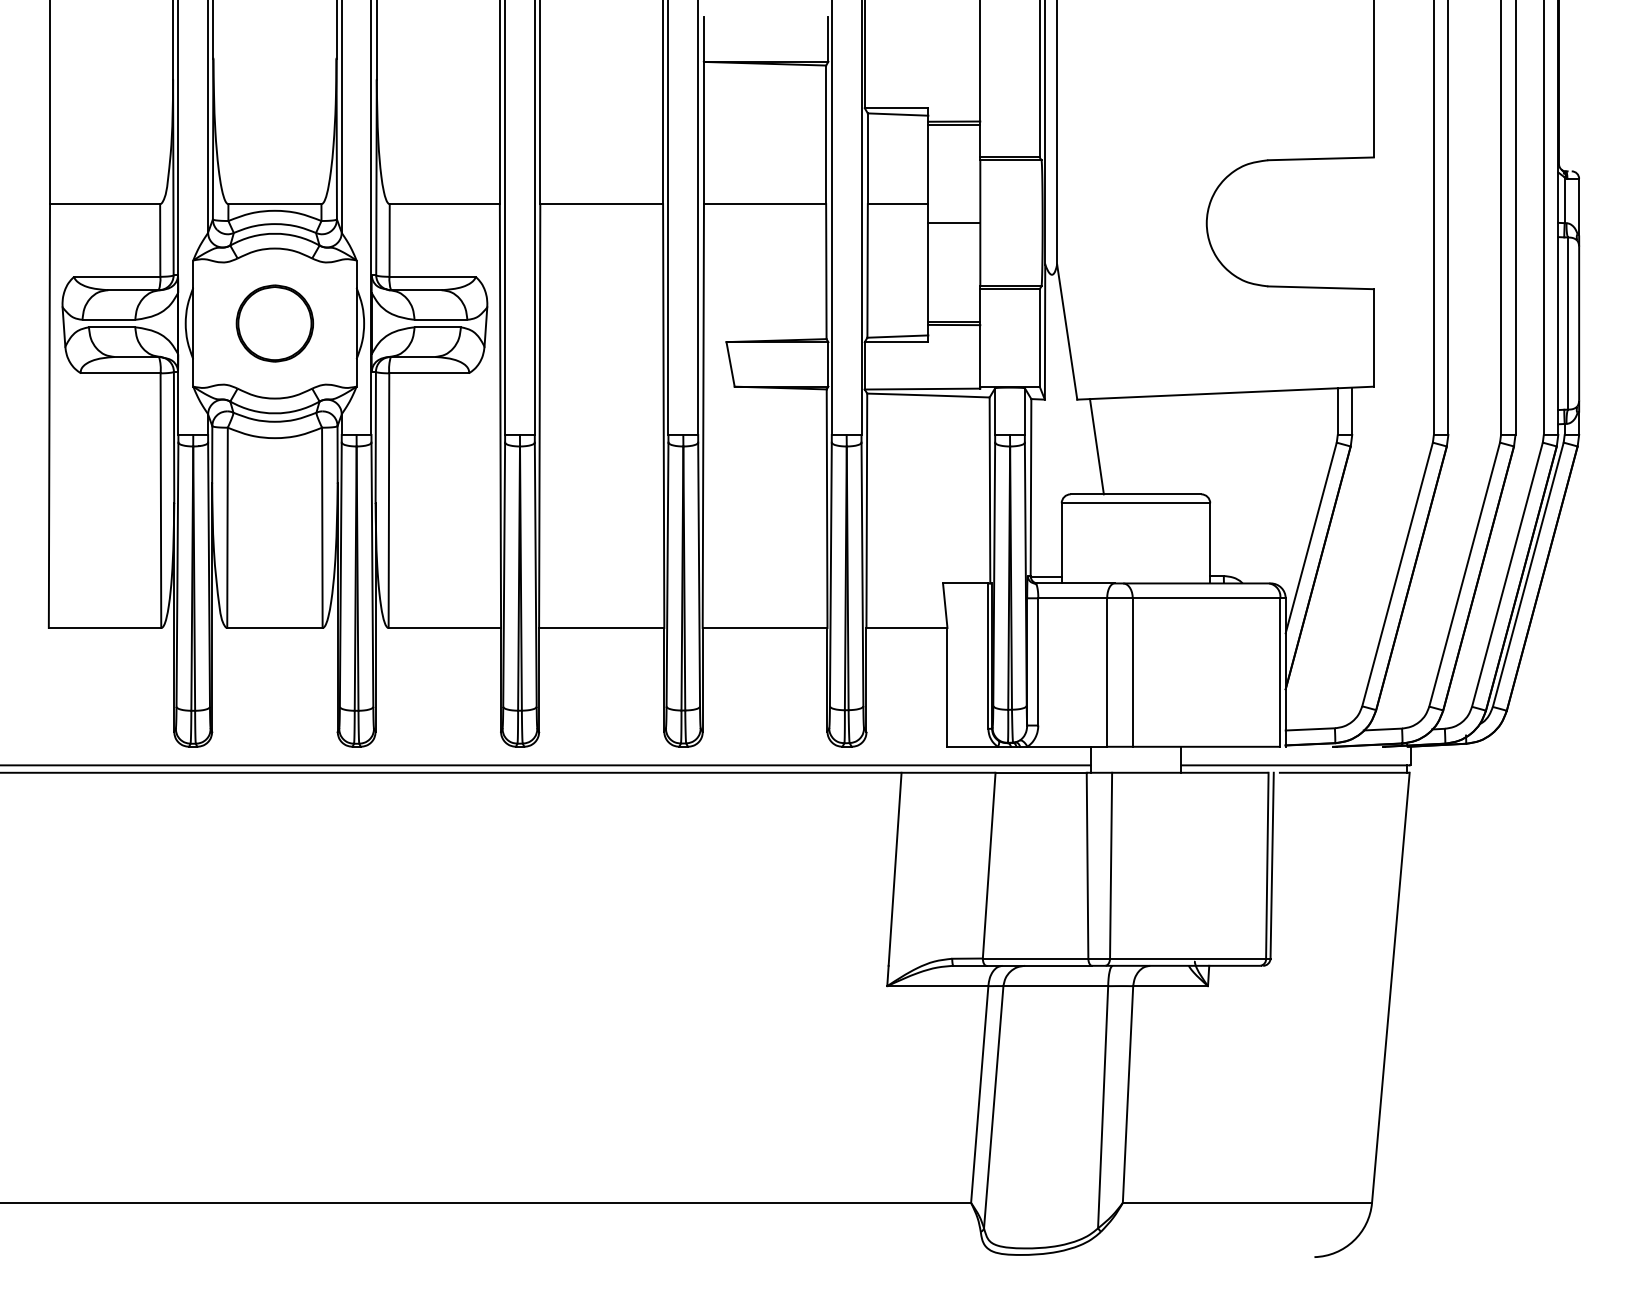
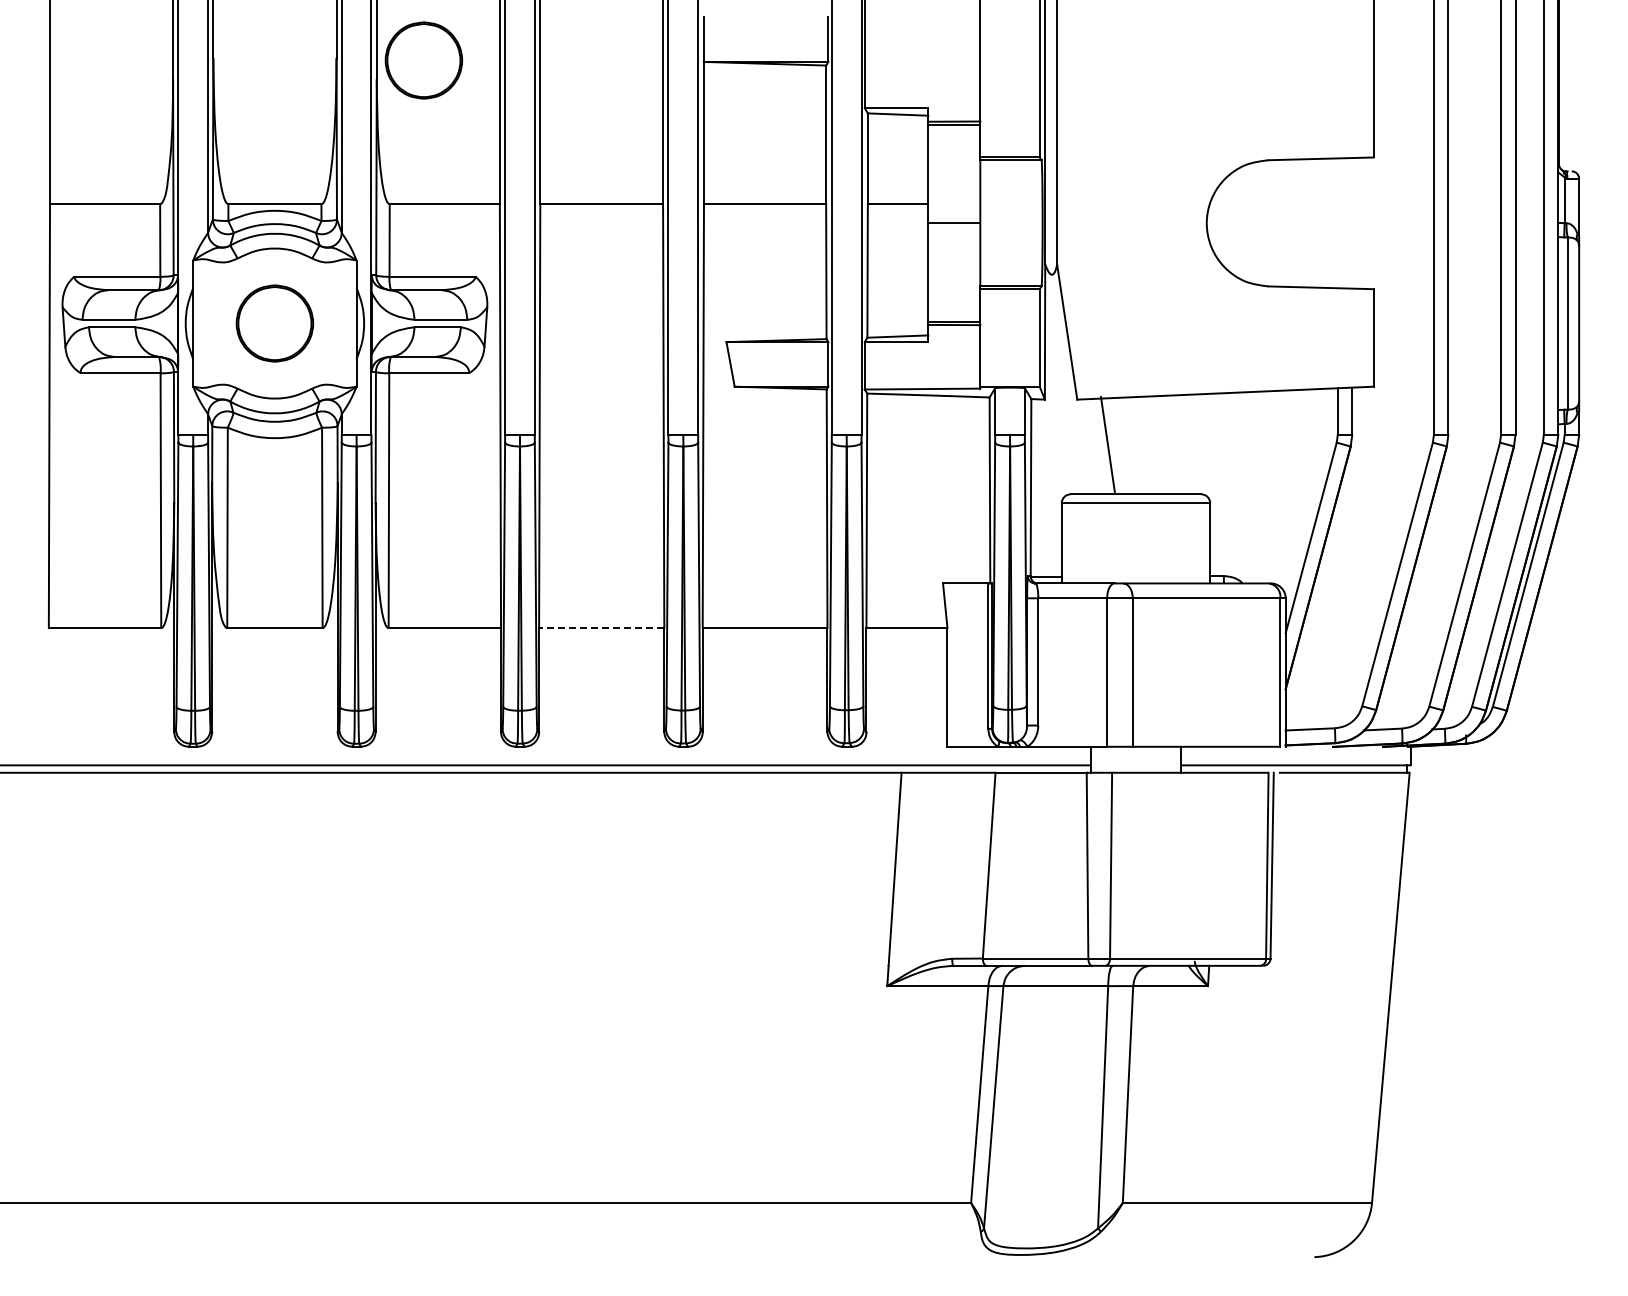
part at (423, 60): none -> present
line at (1096, 446) position: (1096, 446) -> (1107, 444)
line at (601, 628): solid -> dashed
